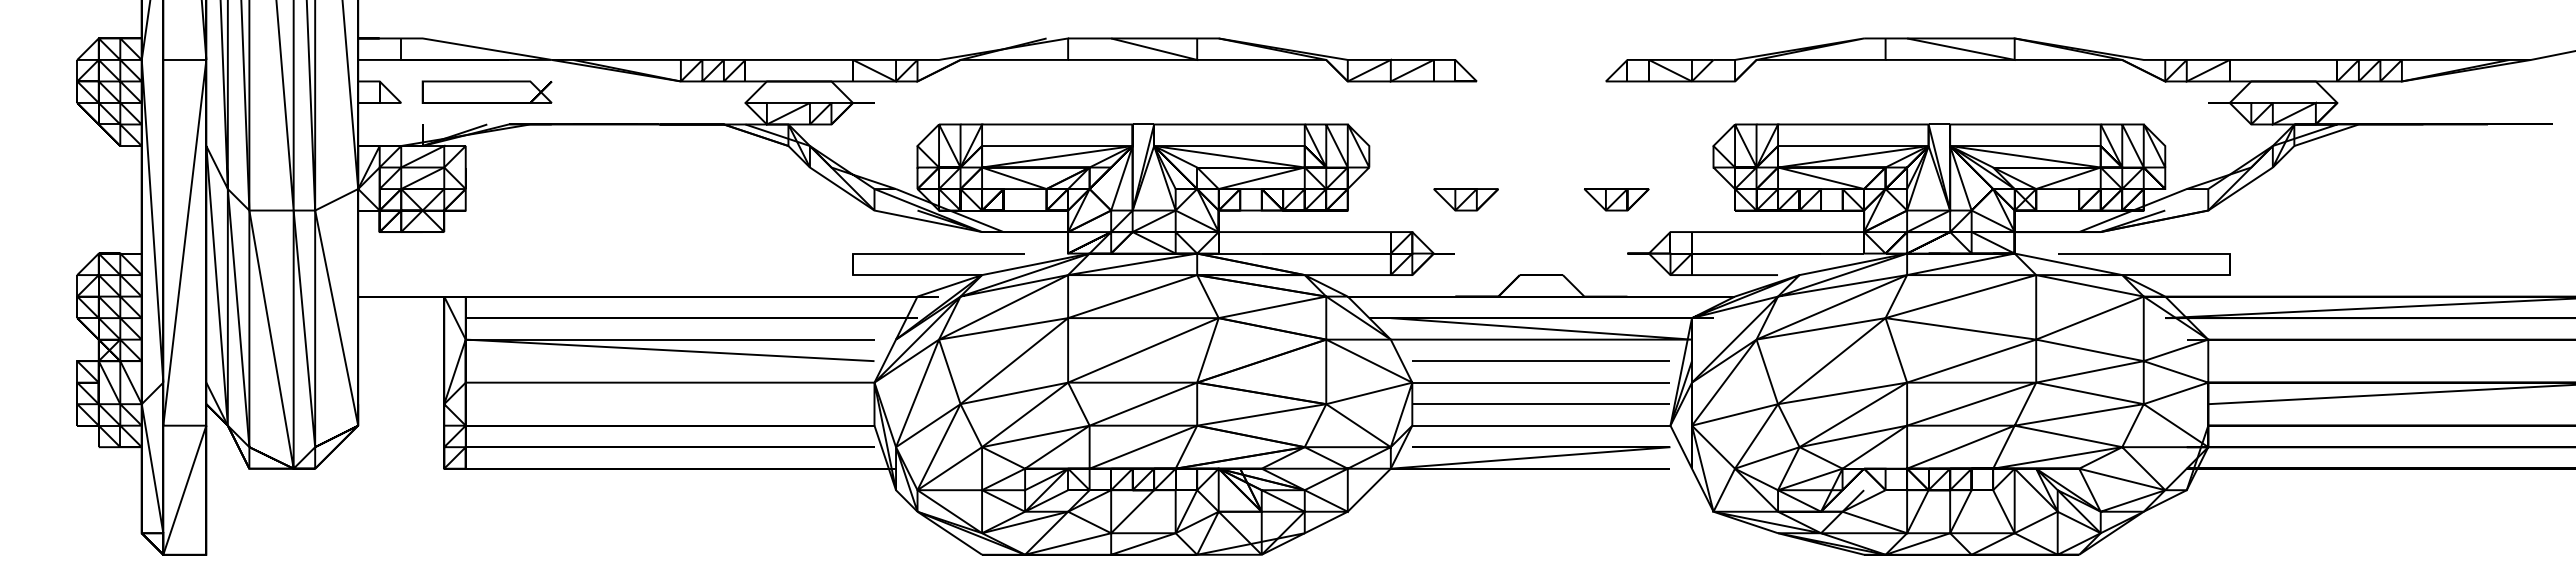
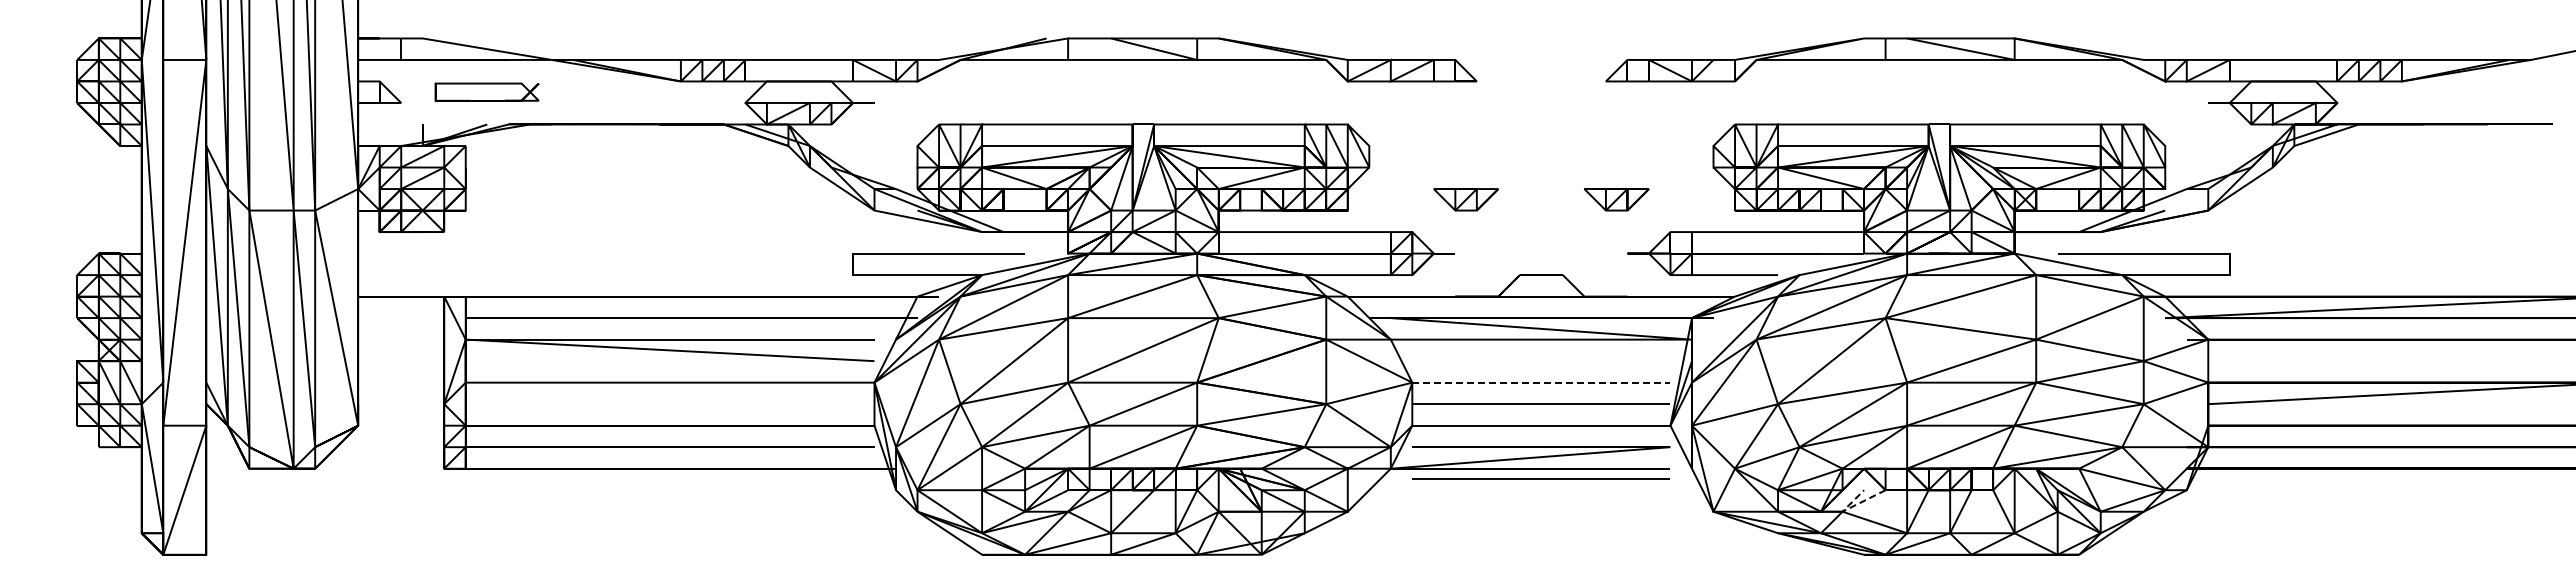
part at (486, 91) size: 132x24 px -> 106x20 px
line at (1540, 360) position: (1540, 360) -> (1540, 478)
line at (1541, 382): solid -> dashed
line at (1849, 508): solid -> dashed
